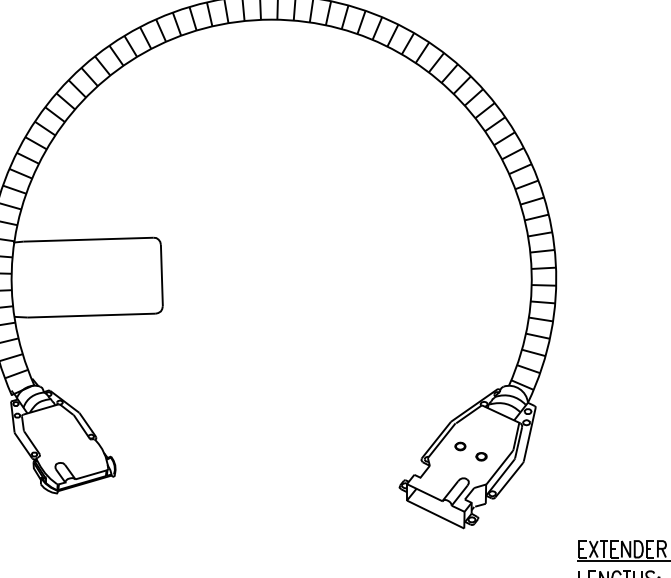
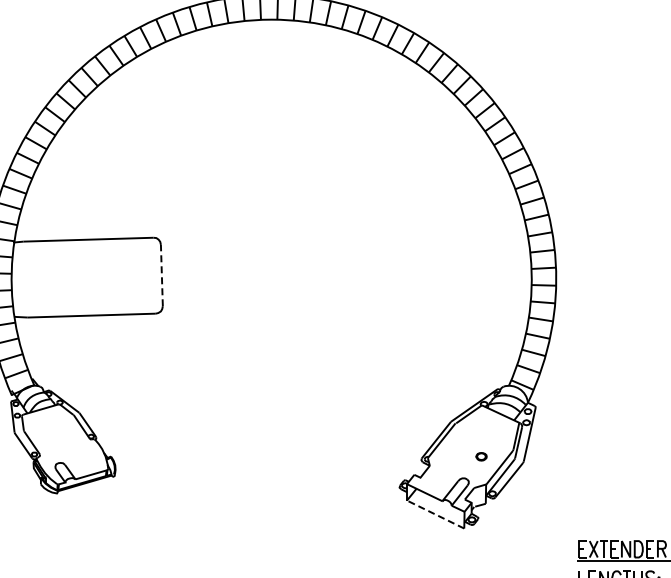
line at (161, 275): solid -> dashed
part at (460, 446): present -> none
line at (435, 514): solid -> dashed
